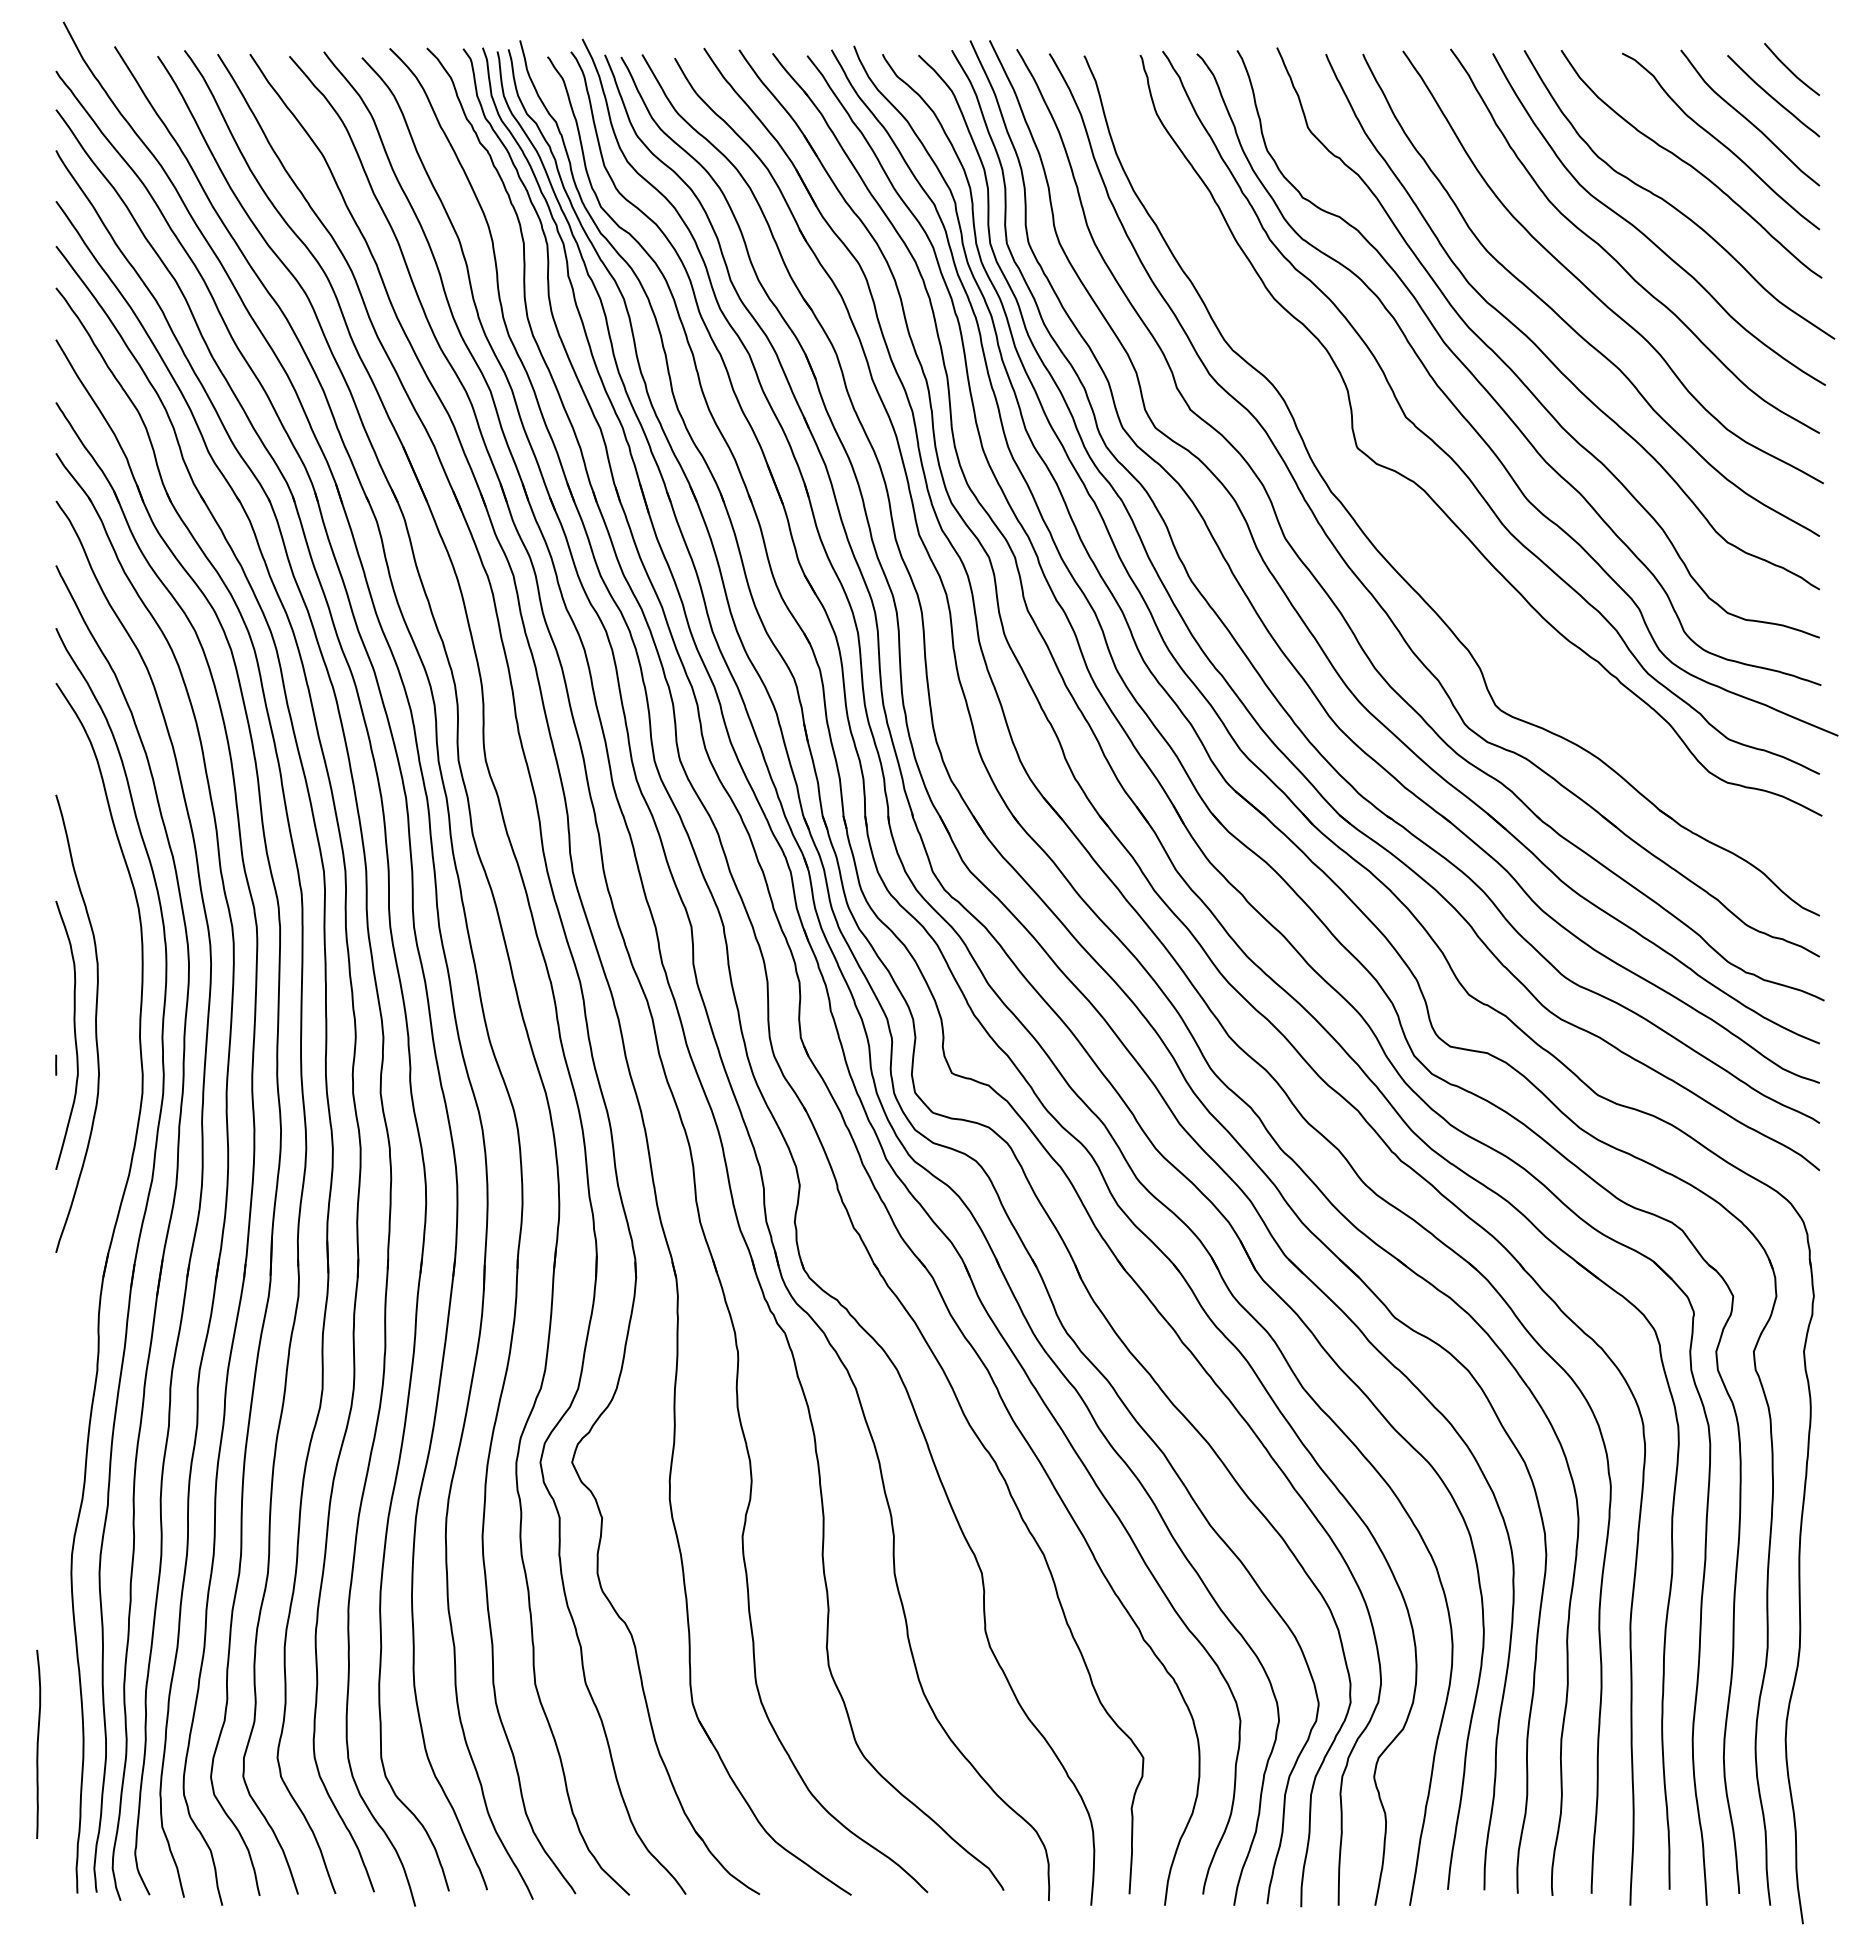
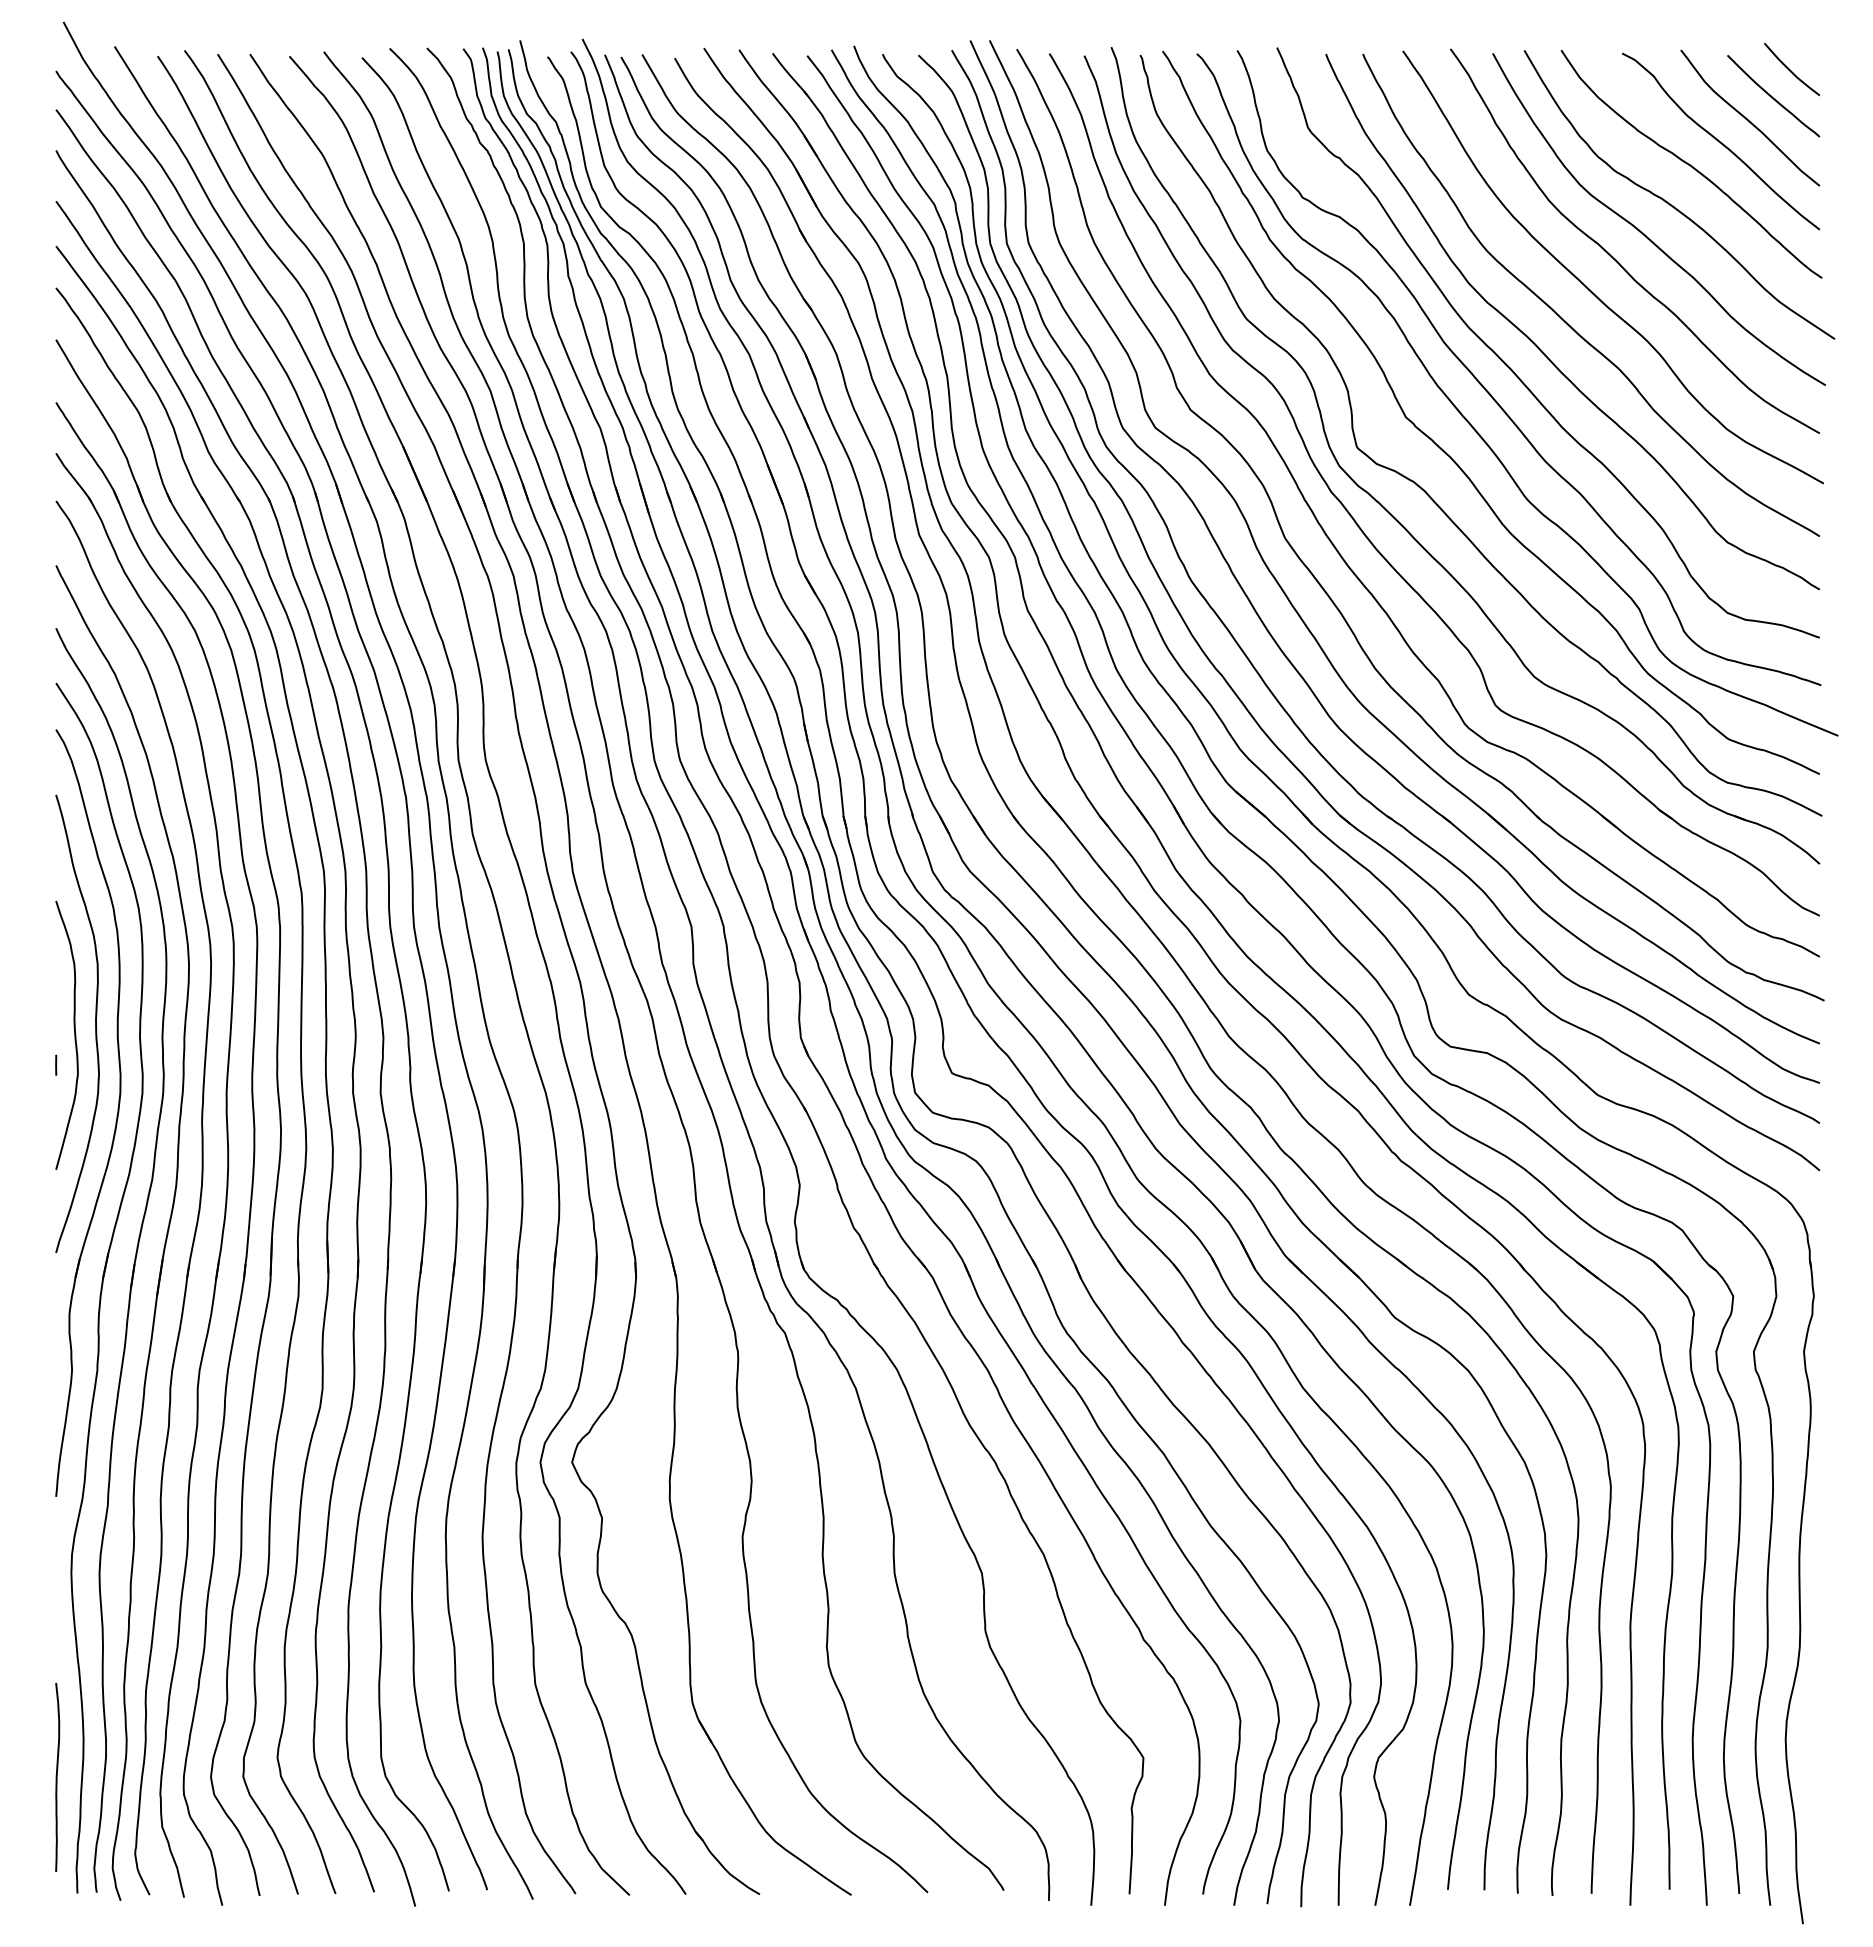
part at (1399, 521): none -> present
part at (116, 1115): none -> present
curve at (38, 1743) position: (38, 1743) -> (57, 1776)
